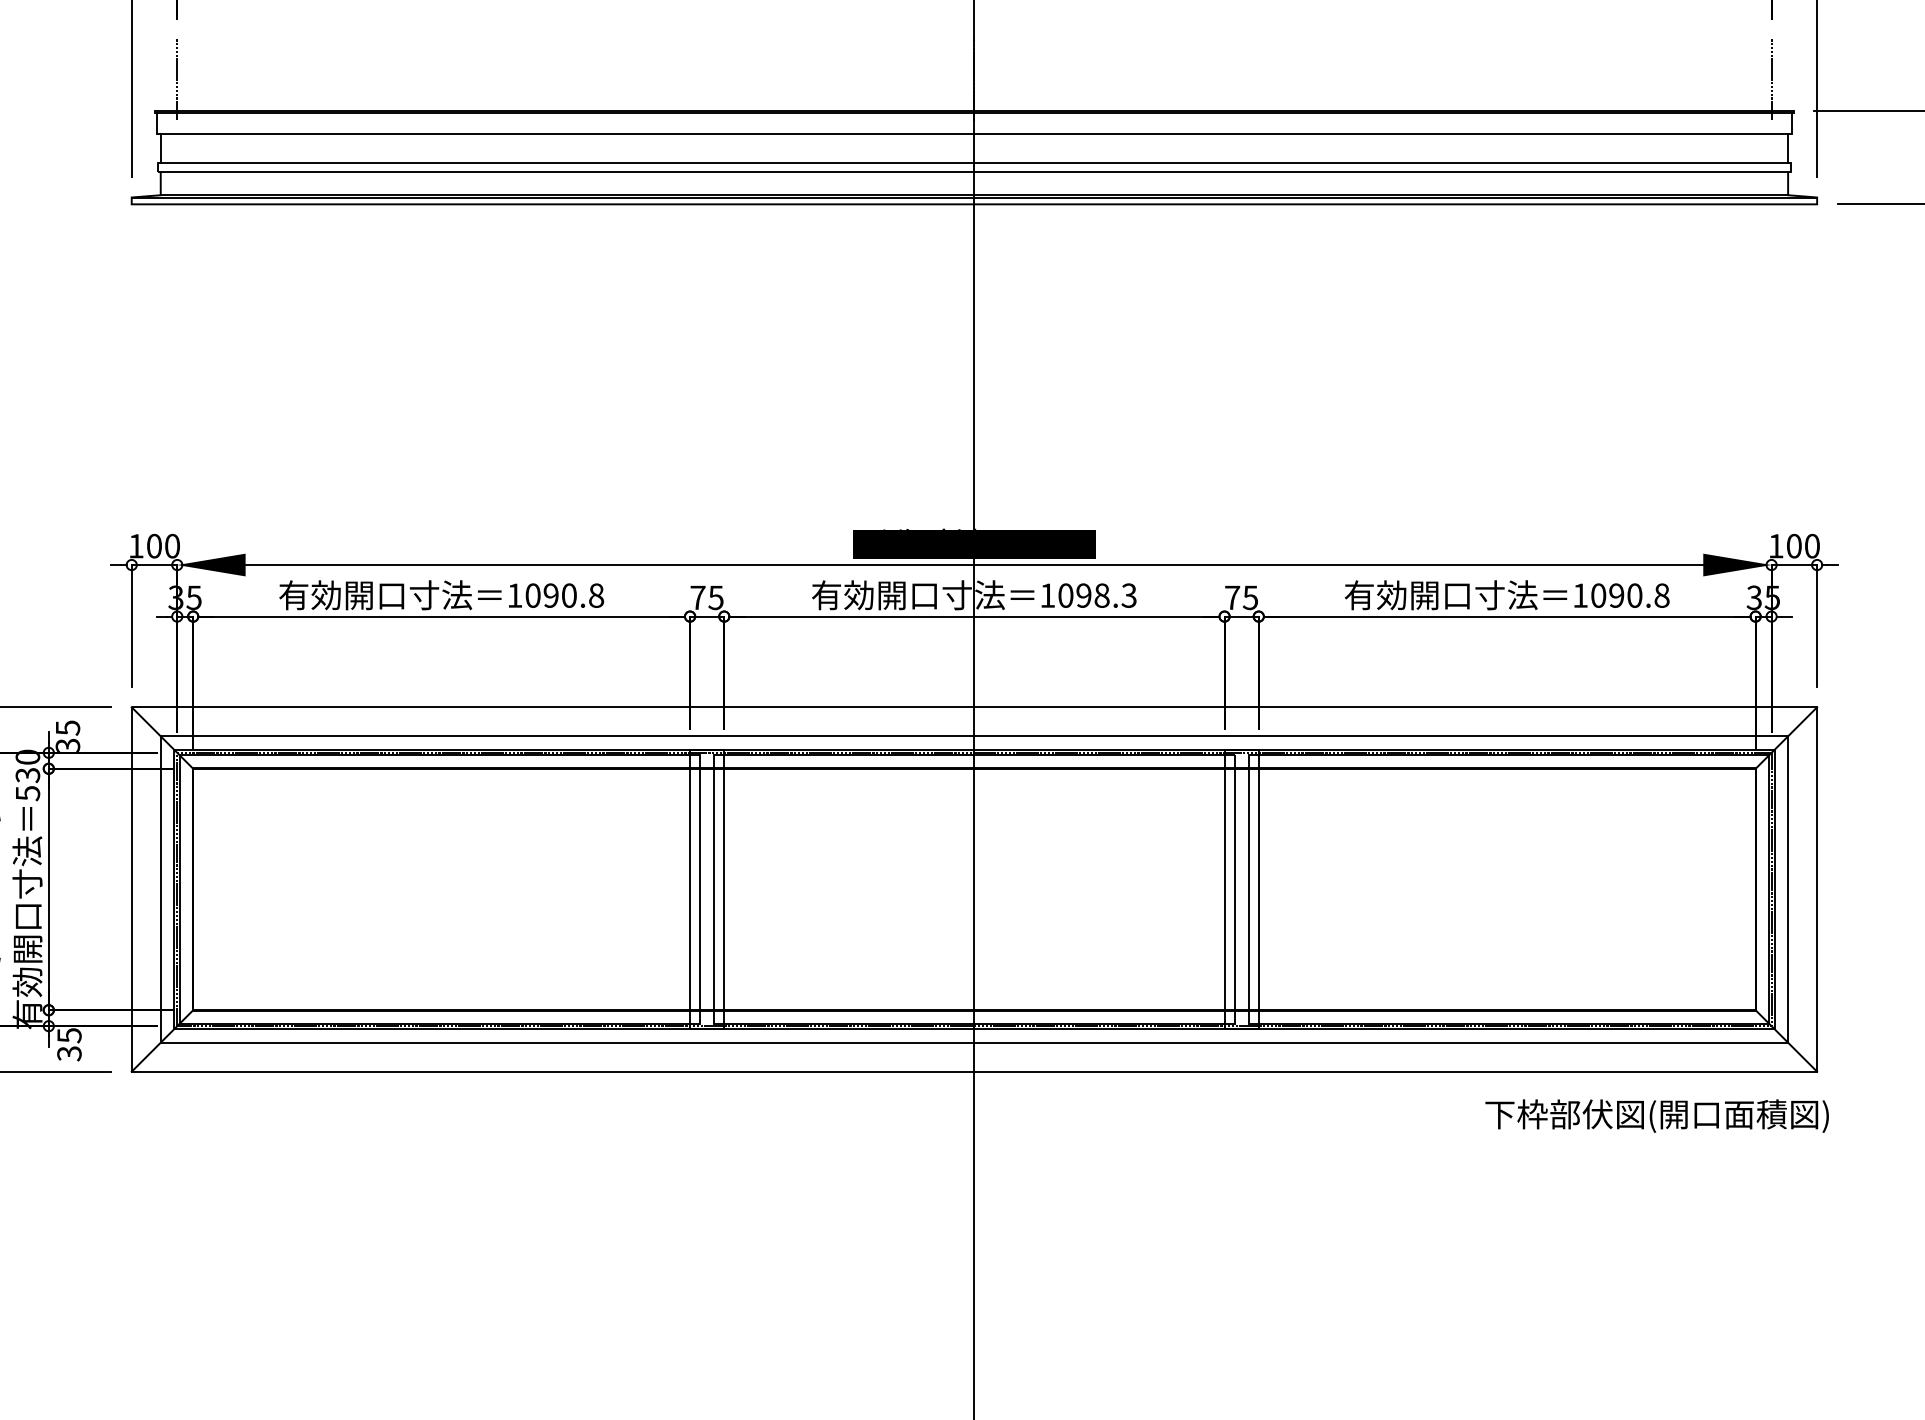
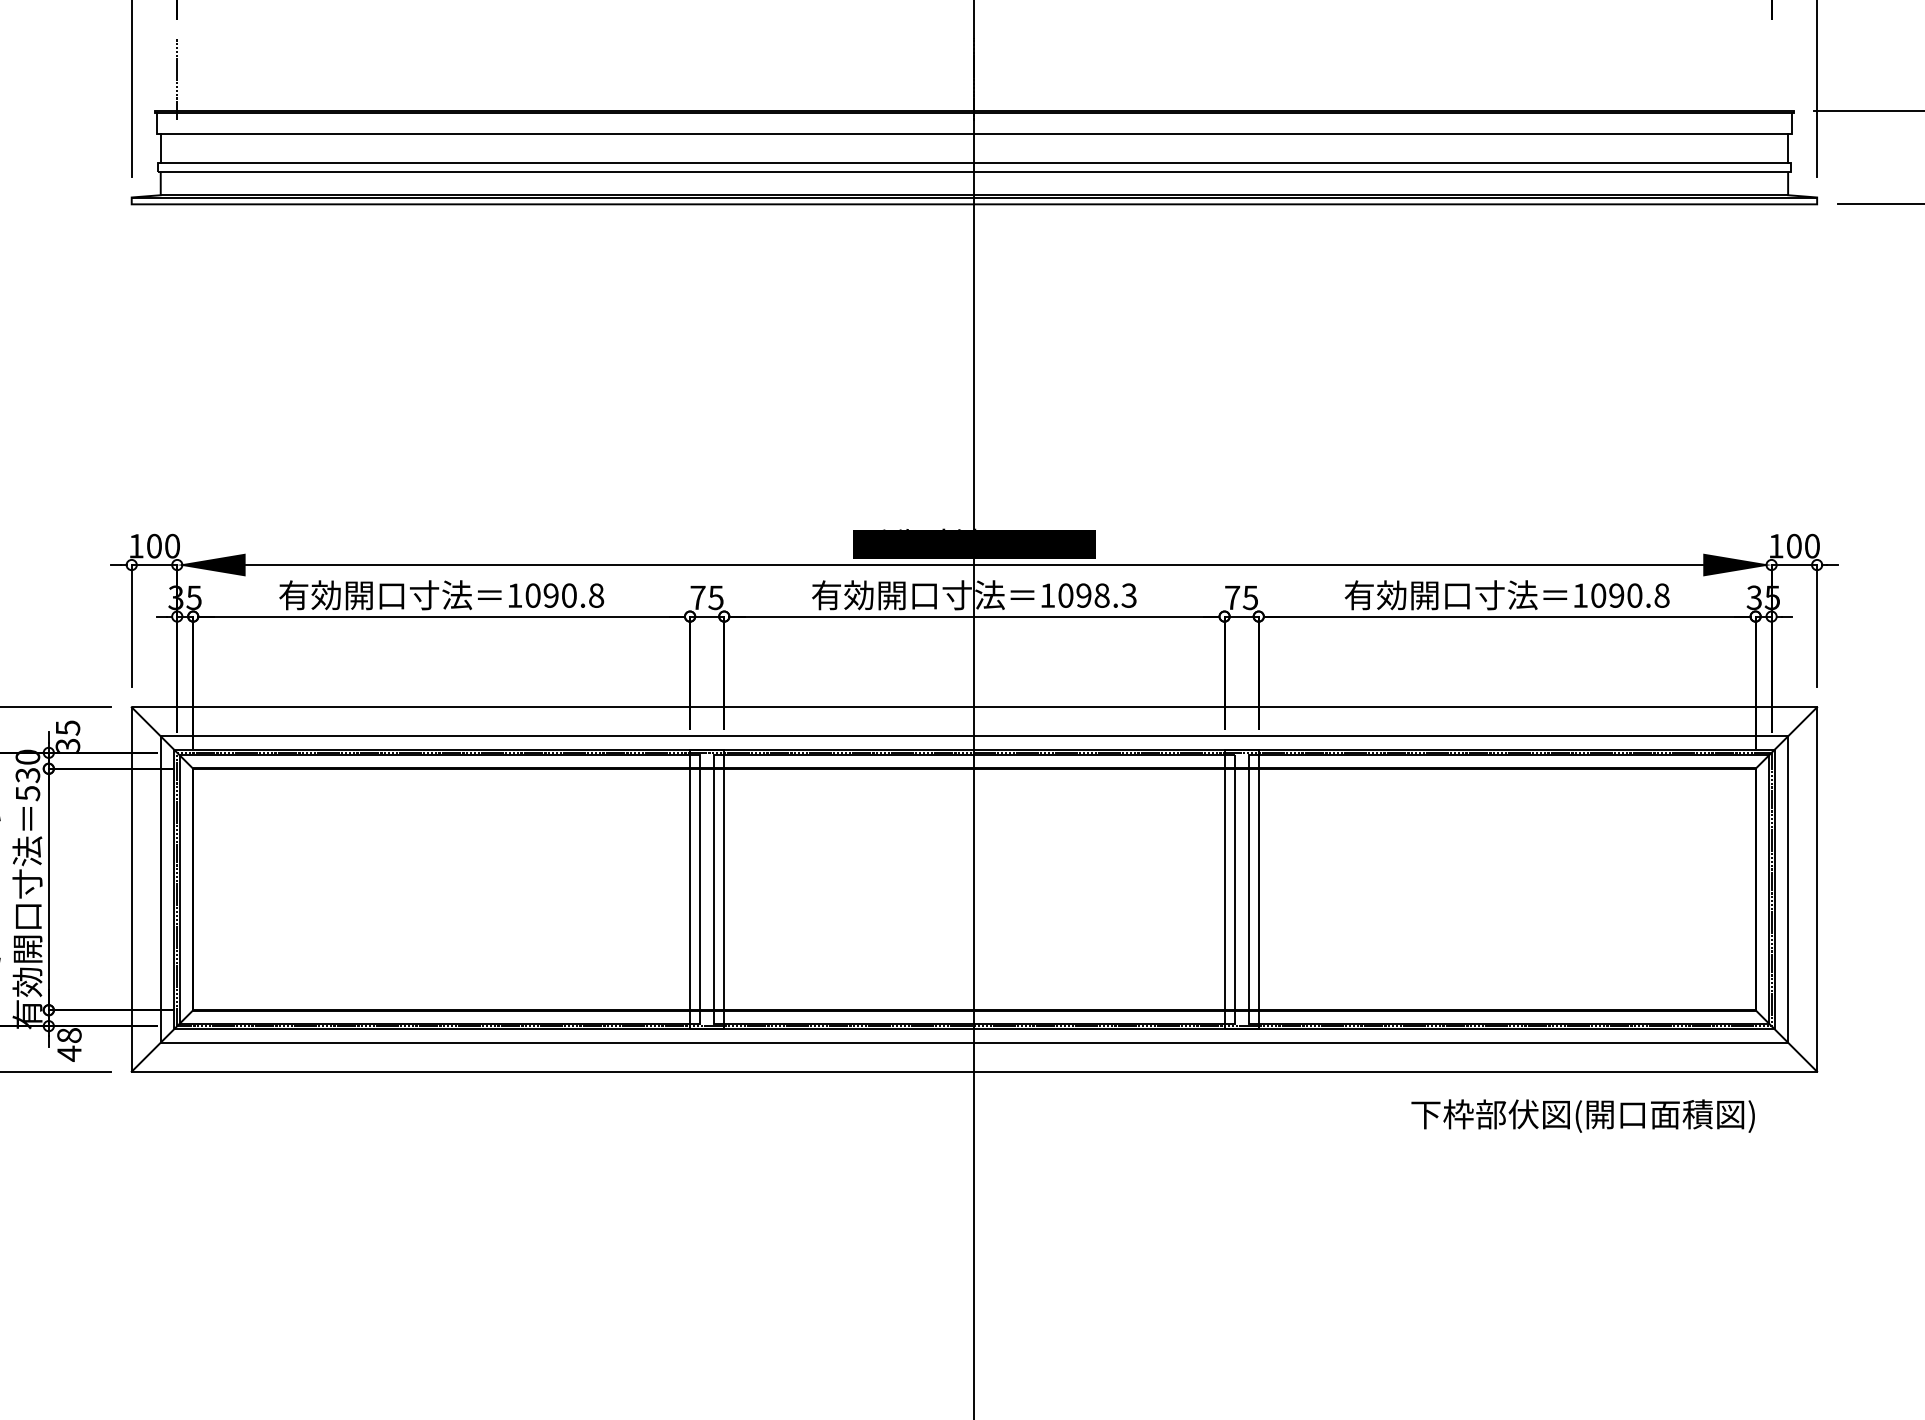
line at (1771, 79): present -> none
text at (69, 1044): 35 -> 48
text at (1656, 1115) position: (1656, 1115) -> (1582, 1115)
